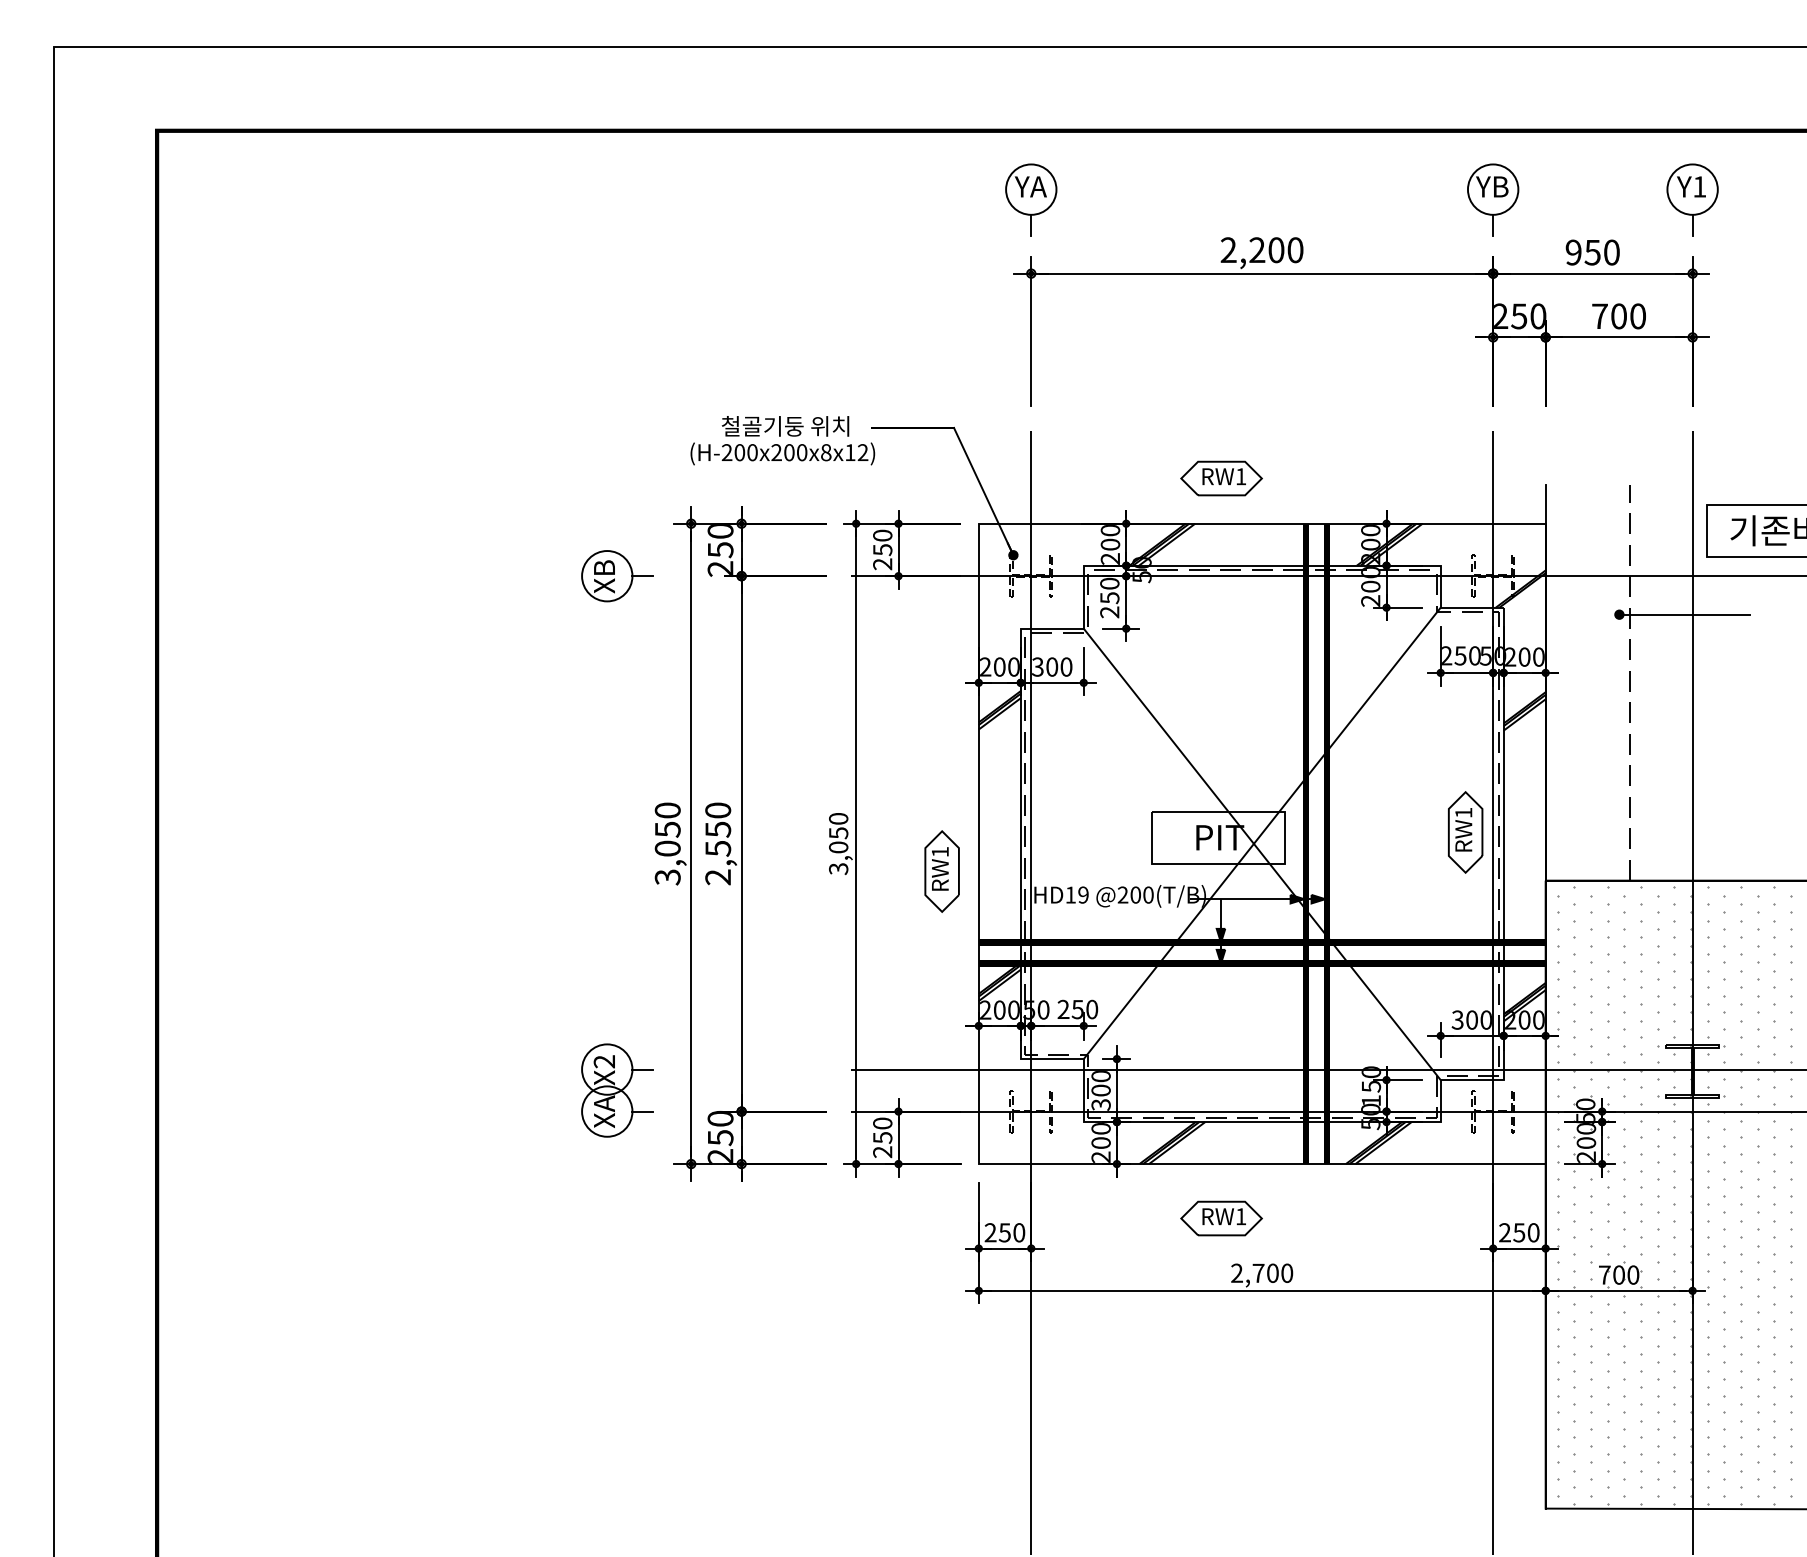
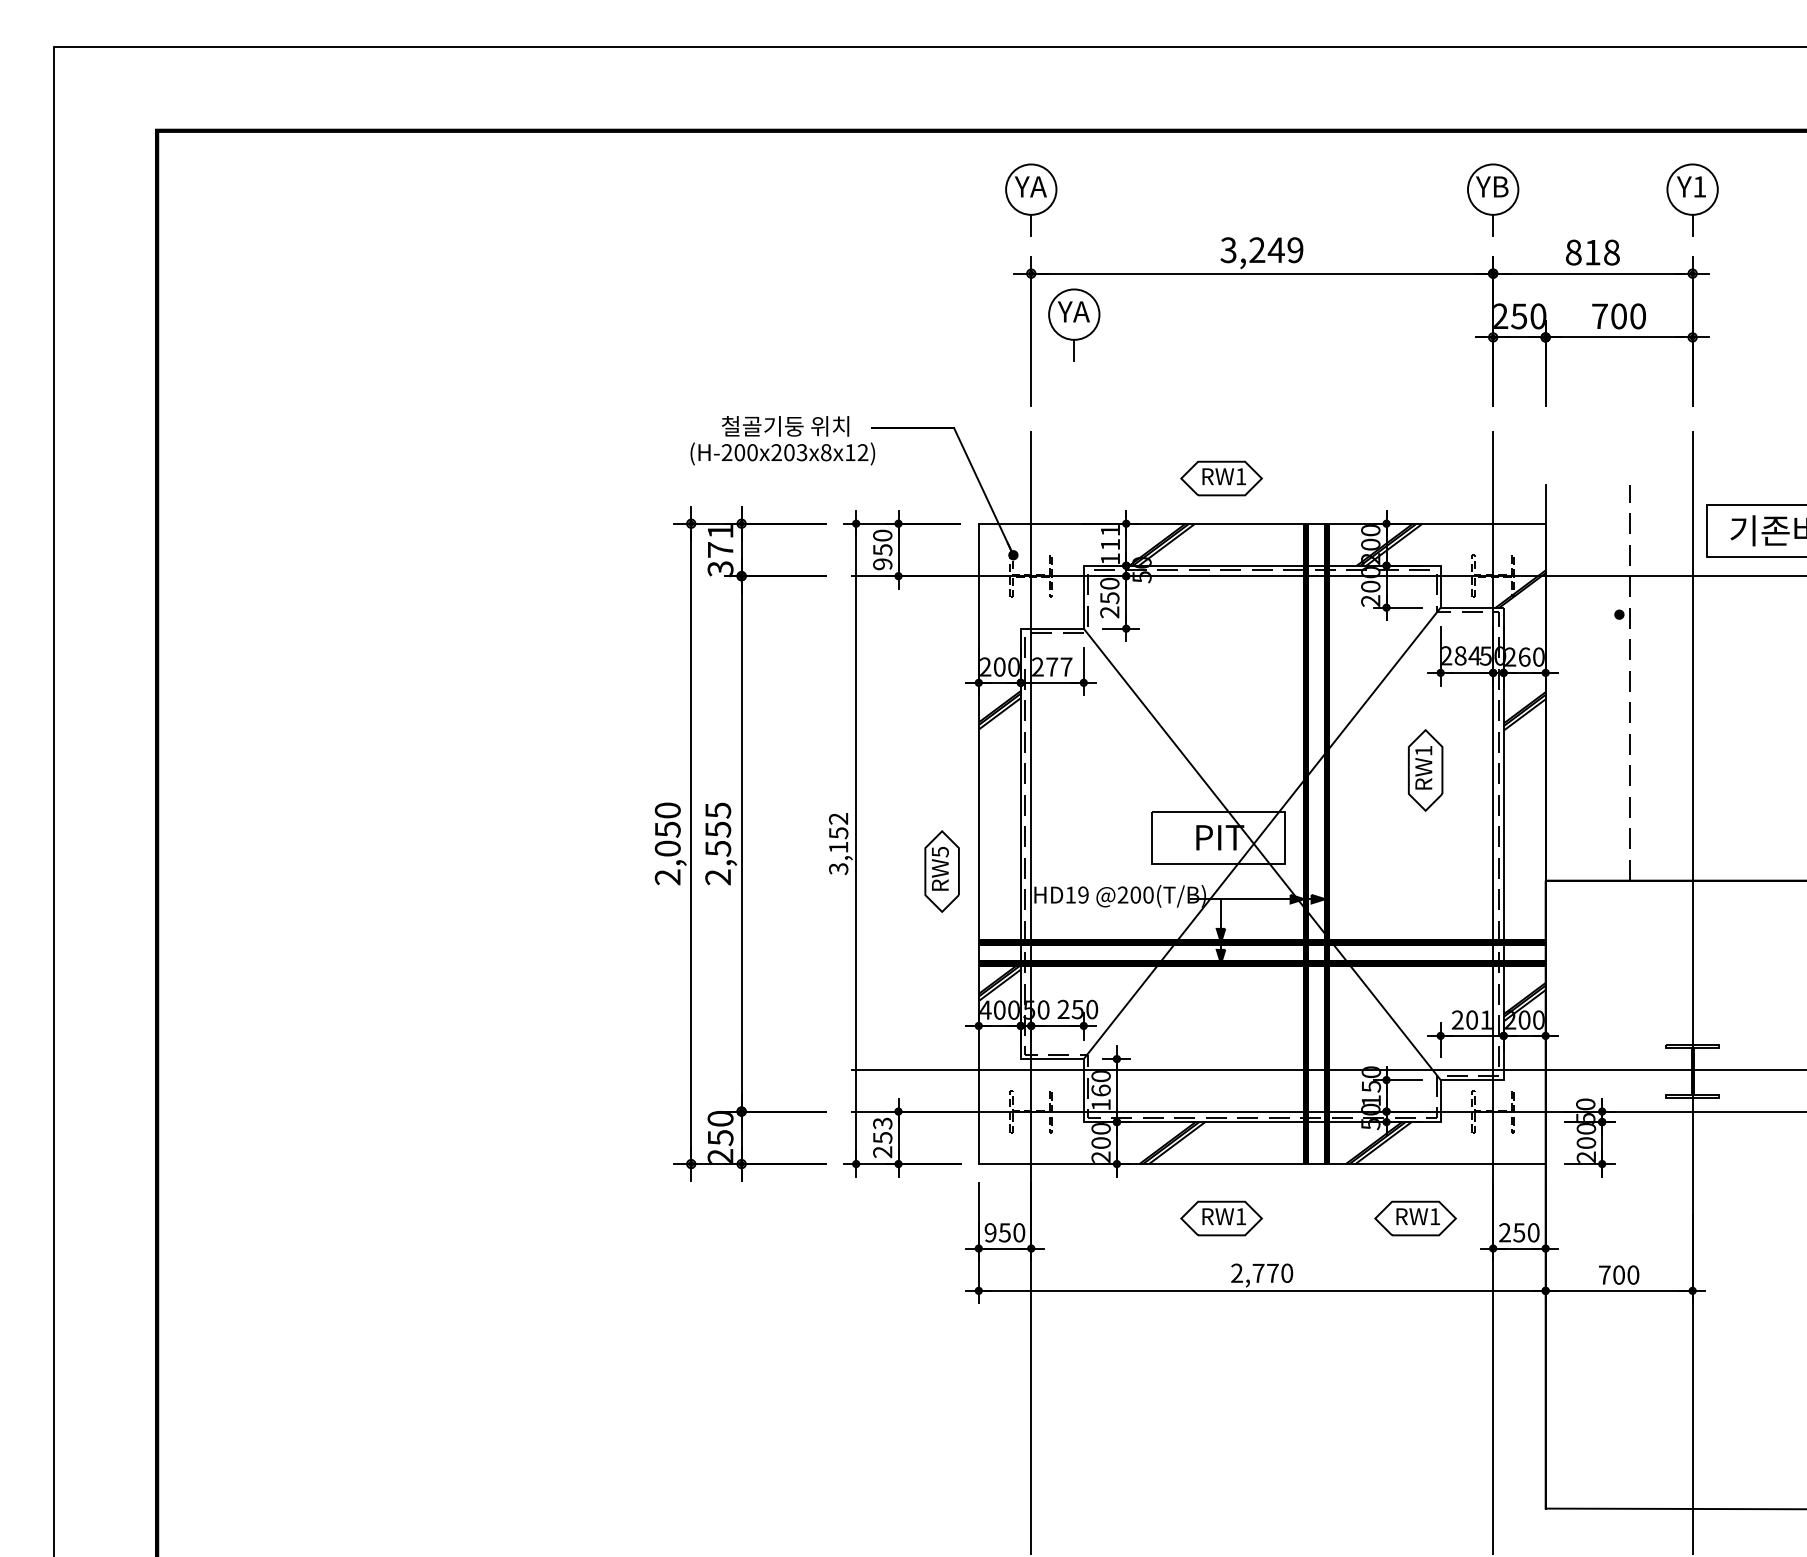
text at (1261, 250): 2,200 -> 3,249
text at (1592, 252): 950 -> 818
part at (1074, 324): none -> present
text at (801, 452): (H-200x200x8x12) -> (H-200x203x8x12)
text at (1110, 544): 200 -> 111
text at (720, 551): 250 -> 371
text at (882, 564): 250 -> 950
part at (617, 576): present -> none
line at (1684, 614): present -> none
text at (1467, 655): 250 -> 284
text at (1524, 656): 200 -> 260
text at (1052, 666): 300 -> 277
text at (718, 810): 2,550 -> 2,555
part at (1465, 832) position: (1465, 832) -> (1425, 770)
text at (838, 833): 3,050 -> 3,152
text at (940, 851): RW1 -> RW5
text at (667, 877): 3,050 -> 2,050
text at (985, 1009): 200 -> 400
text at (1471, 1019): 300 -> 201
part at (617, 1090): present -> none
text at (1100, 1097): 300 -> 160
text at (882, 1123): 250 -> 253
hatch at (1673, 1195): present -> none
part at (1415, 1218): none -> present
text at (990, 1232): 250 -> 950
text at (1272, 1272): 2,700 -> 2,770
